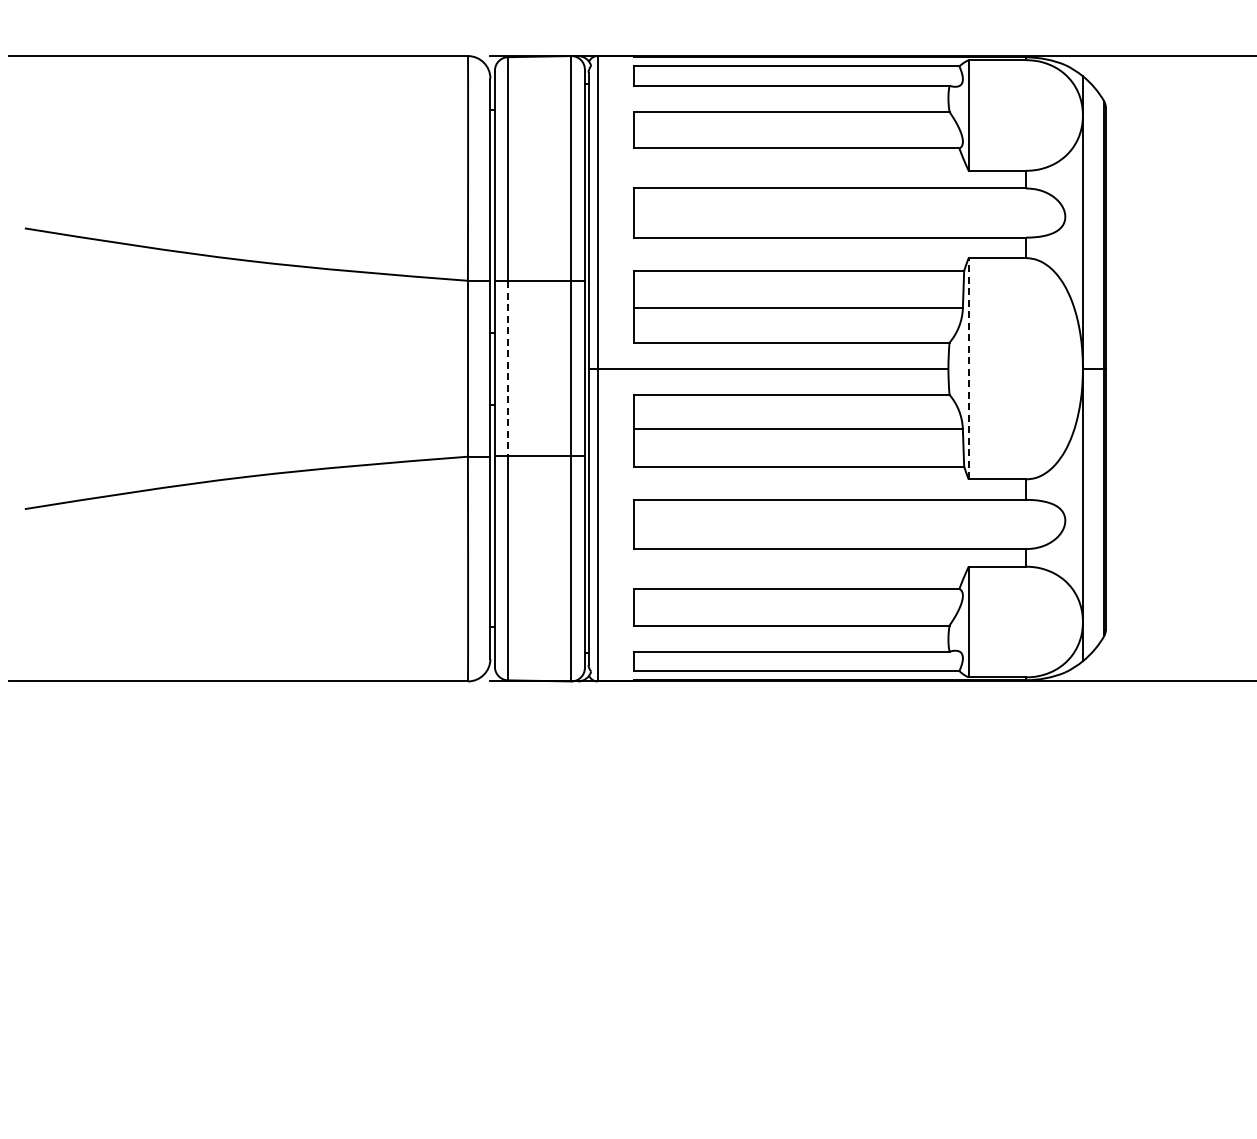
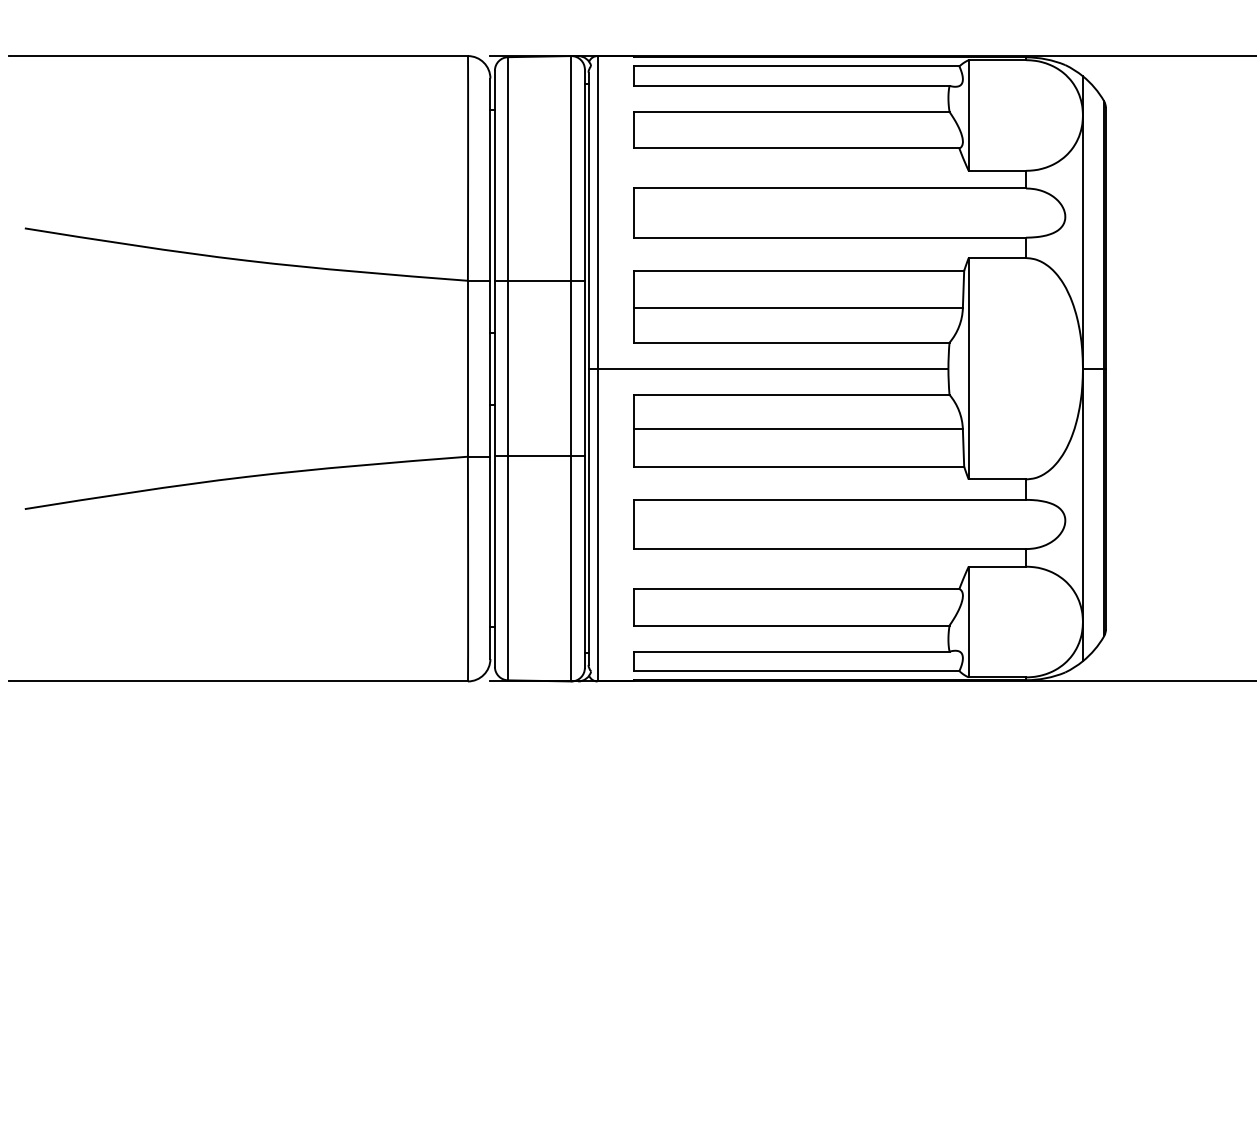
line at (508, 368): dashed -> solid
line at (968, 368): dashed -> solid
